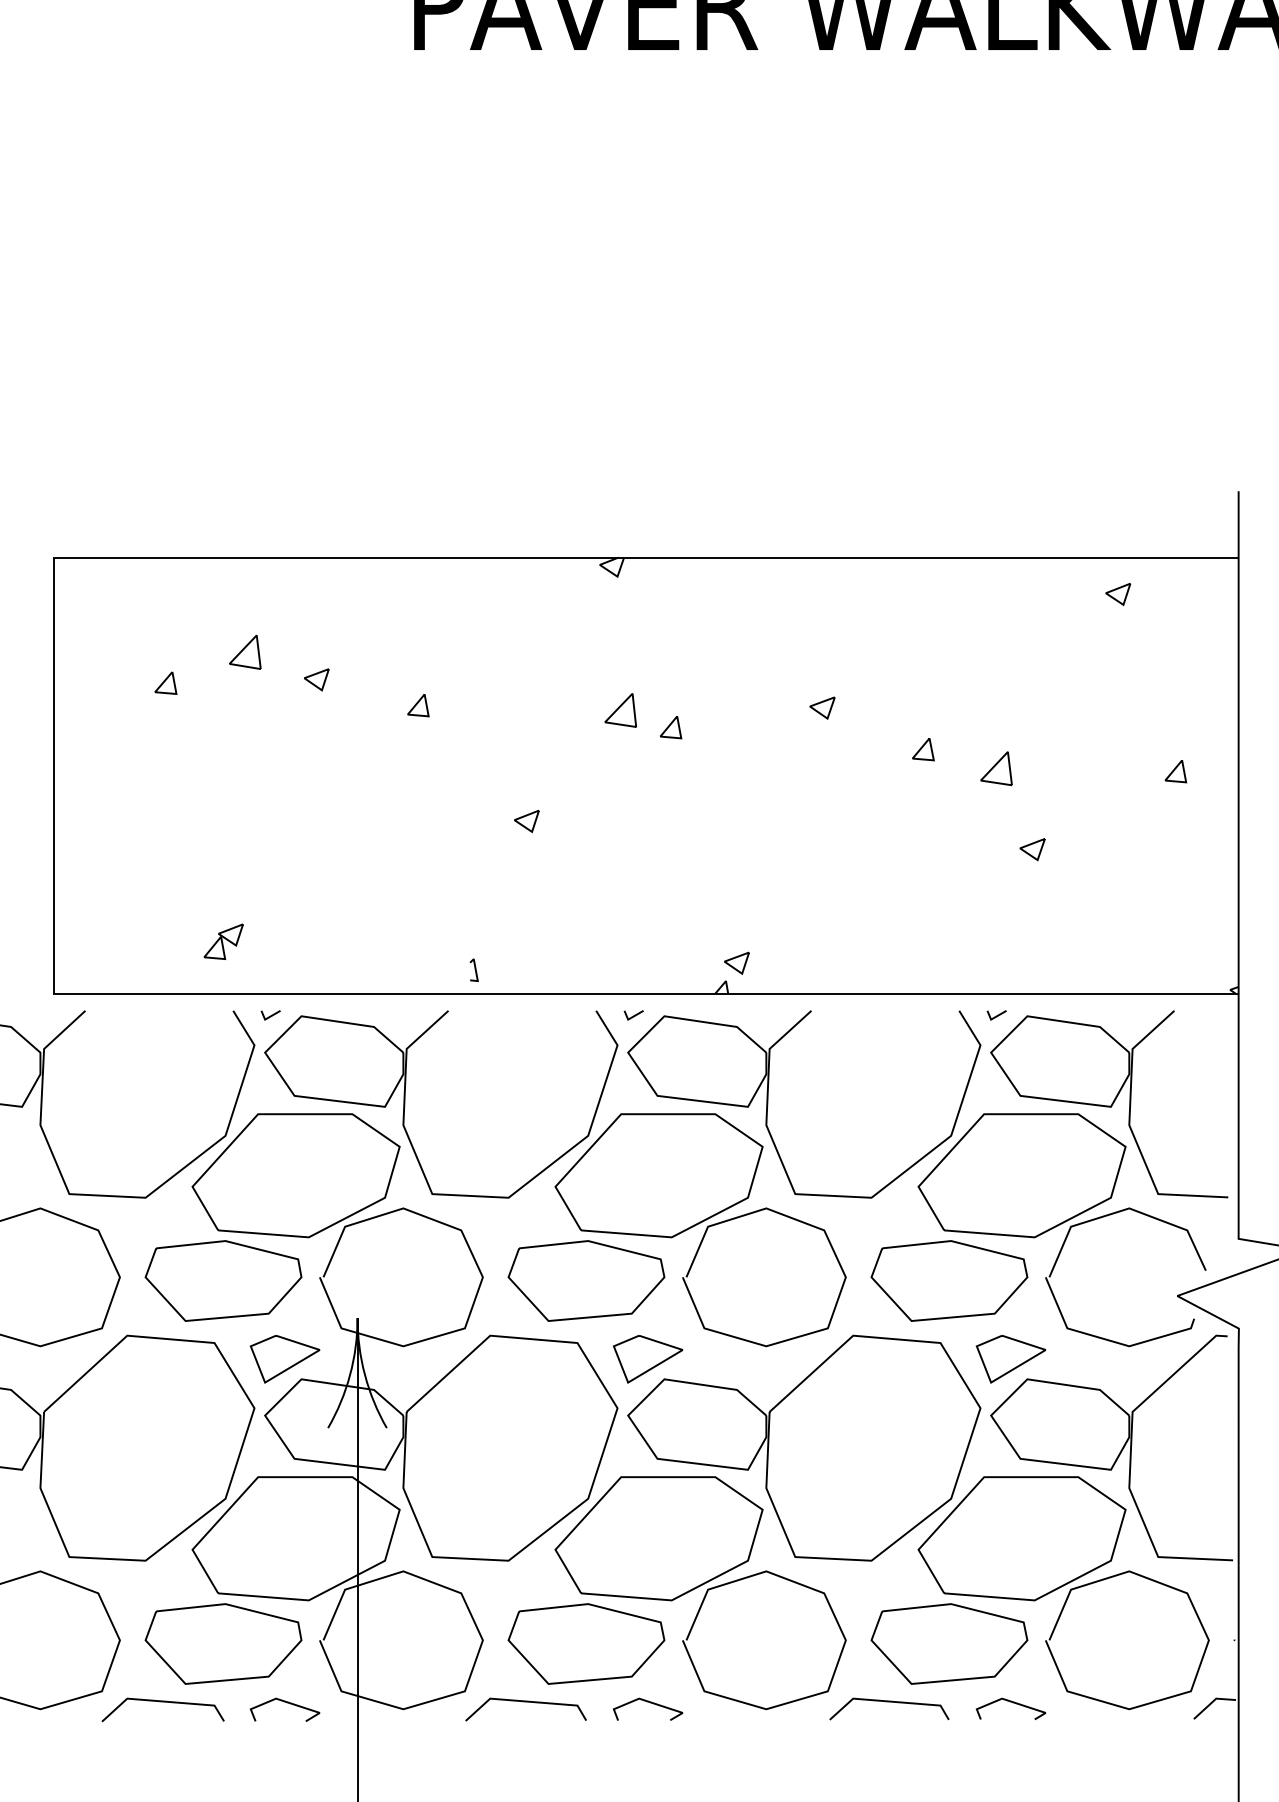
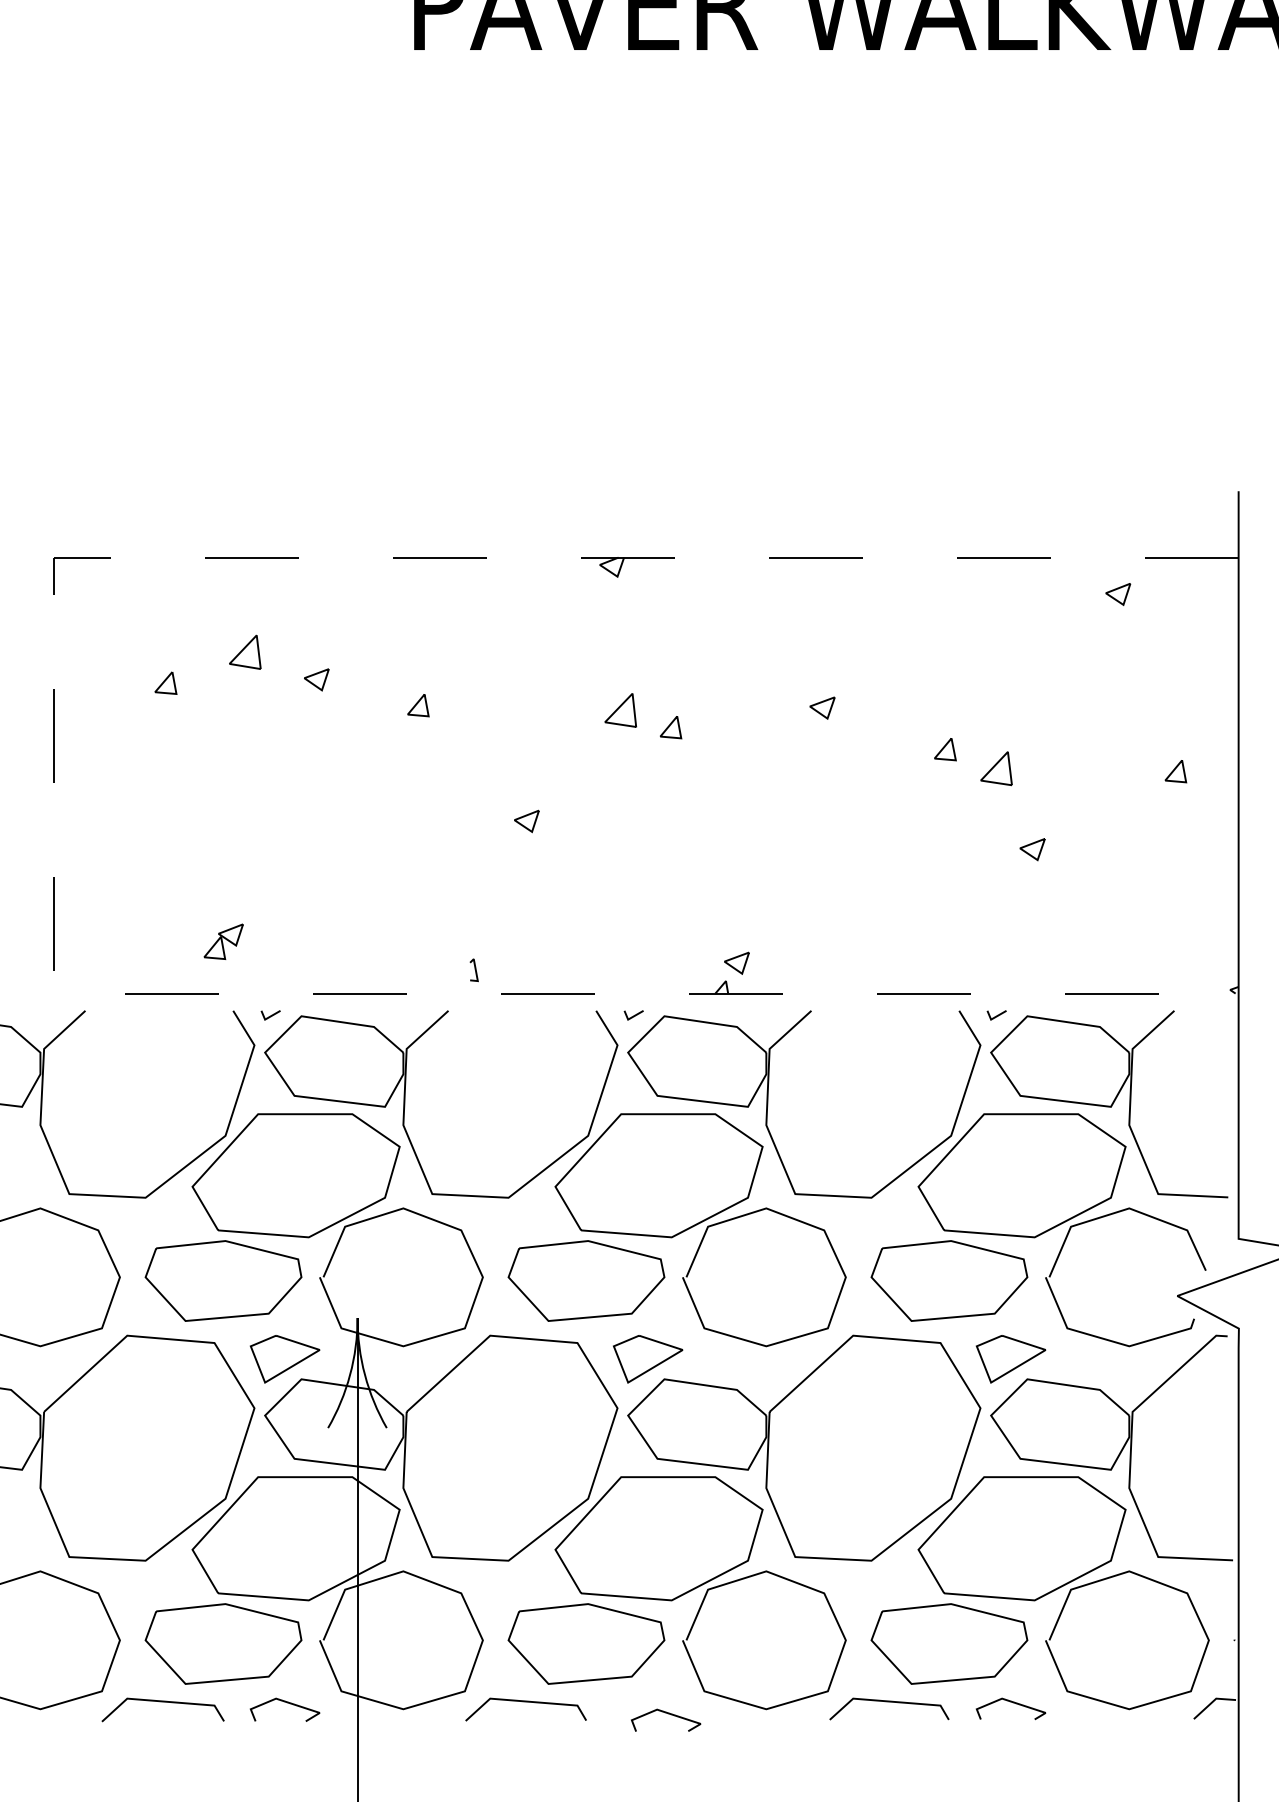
part at (923, 749) position: (923, 749) -> (945, 749)
line at (53, 775): solid -> dashed
line at (650, 1703) position: (650, 1703) -> (668, 1714)
